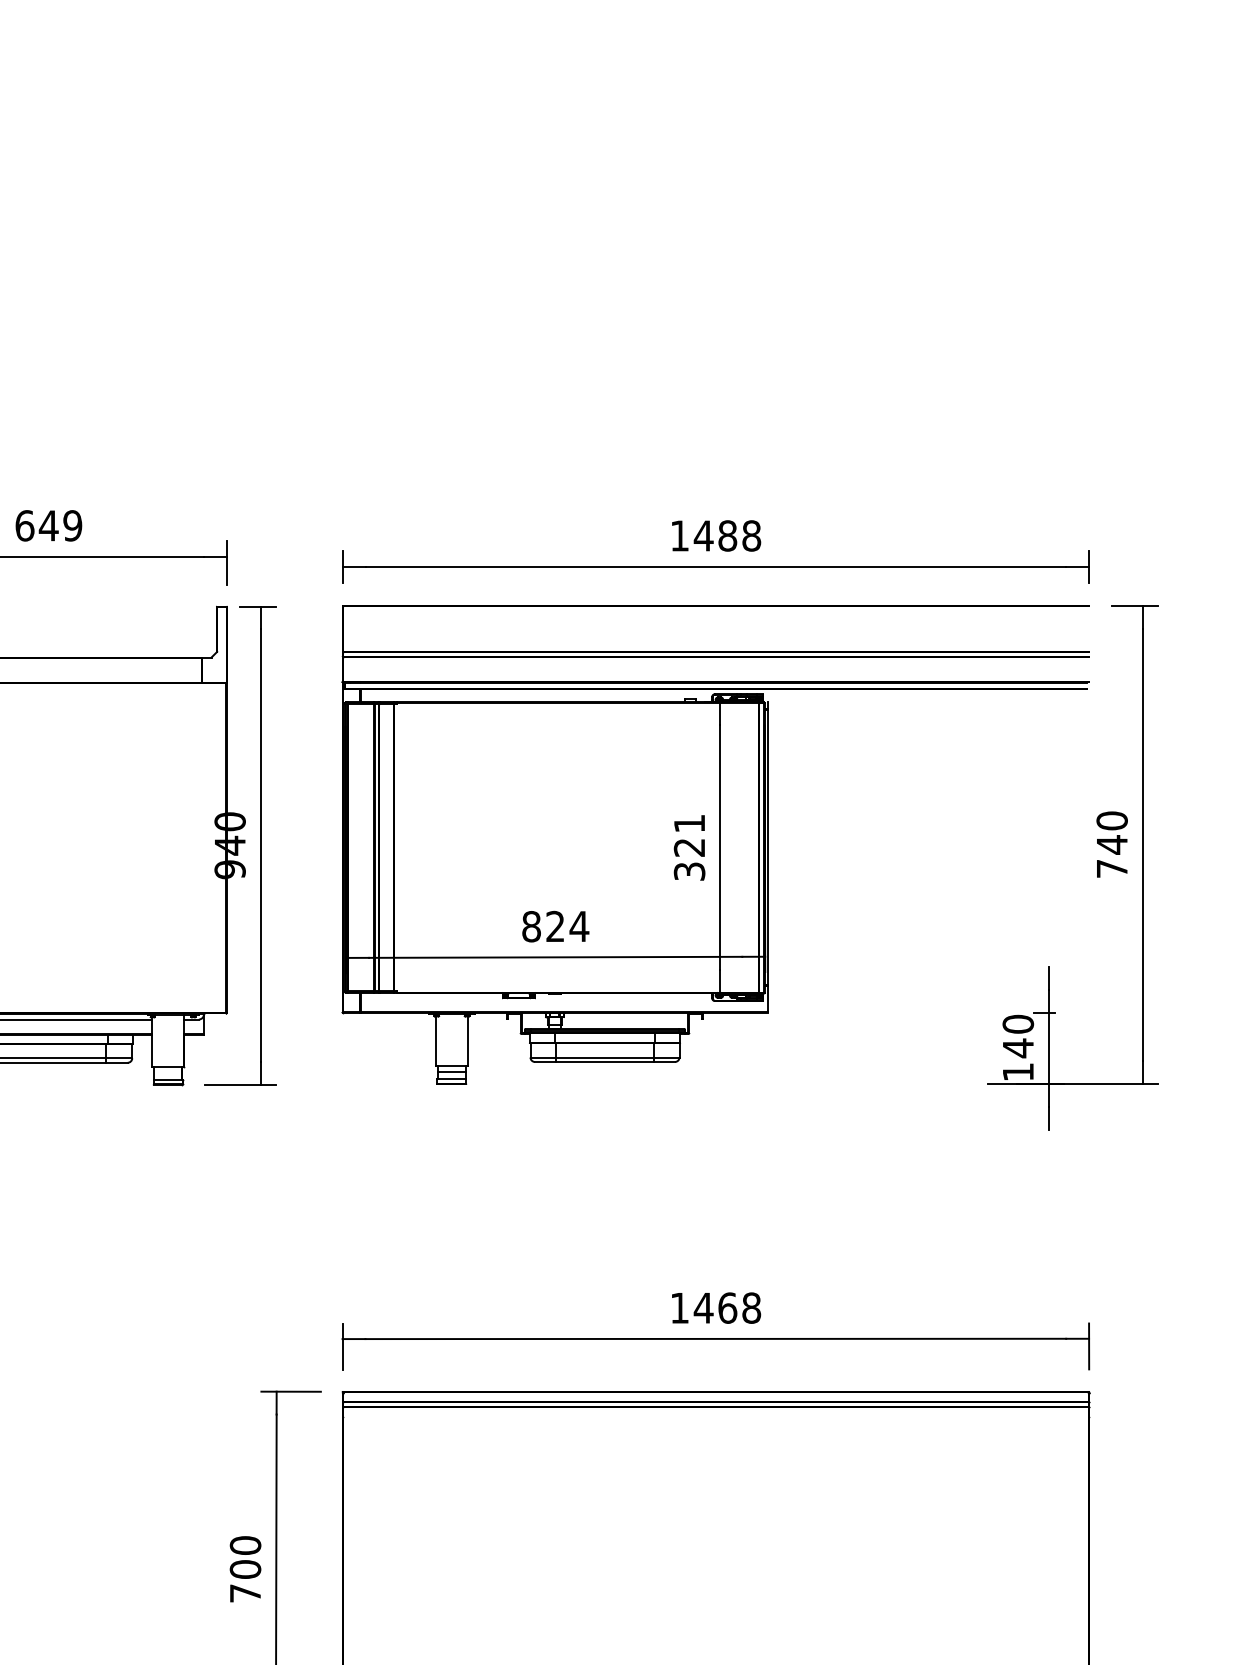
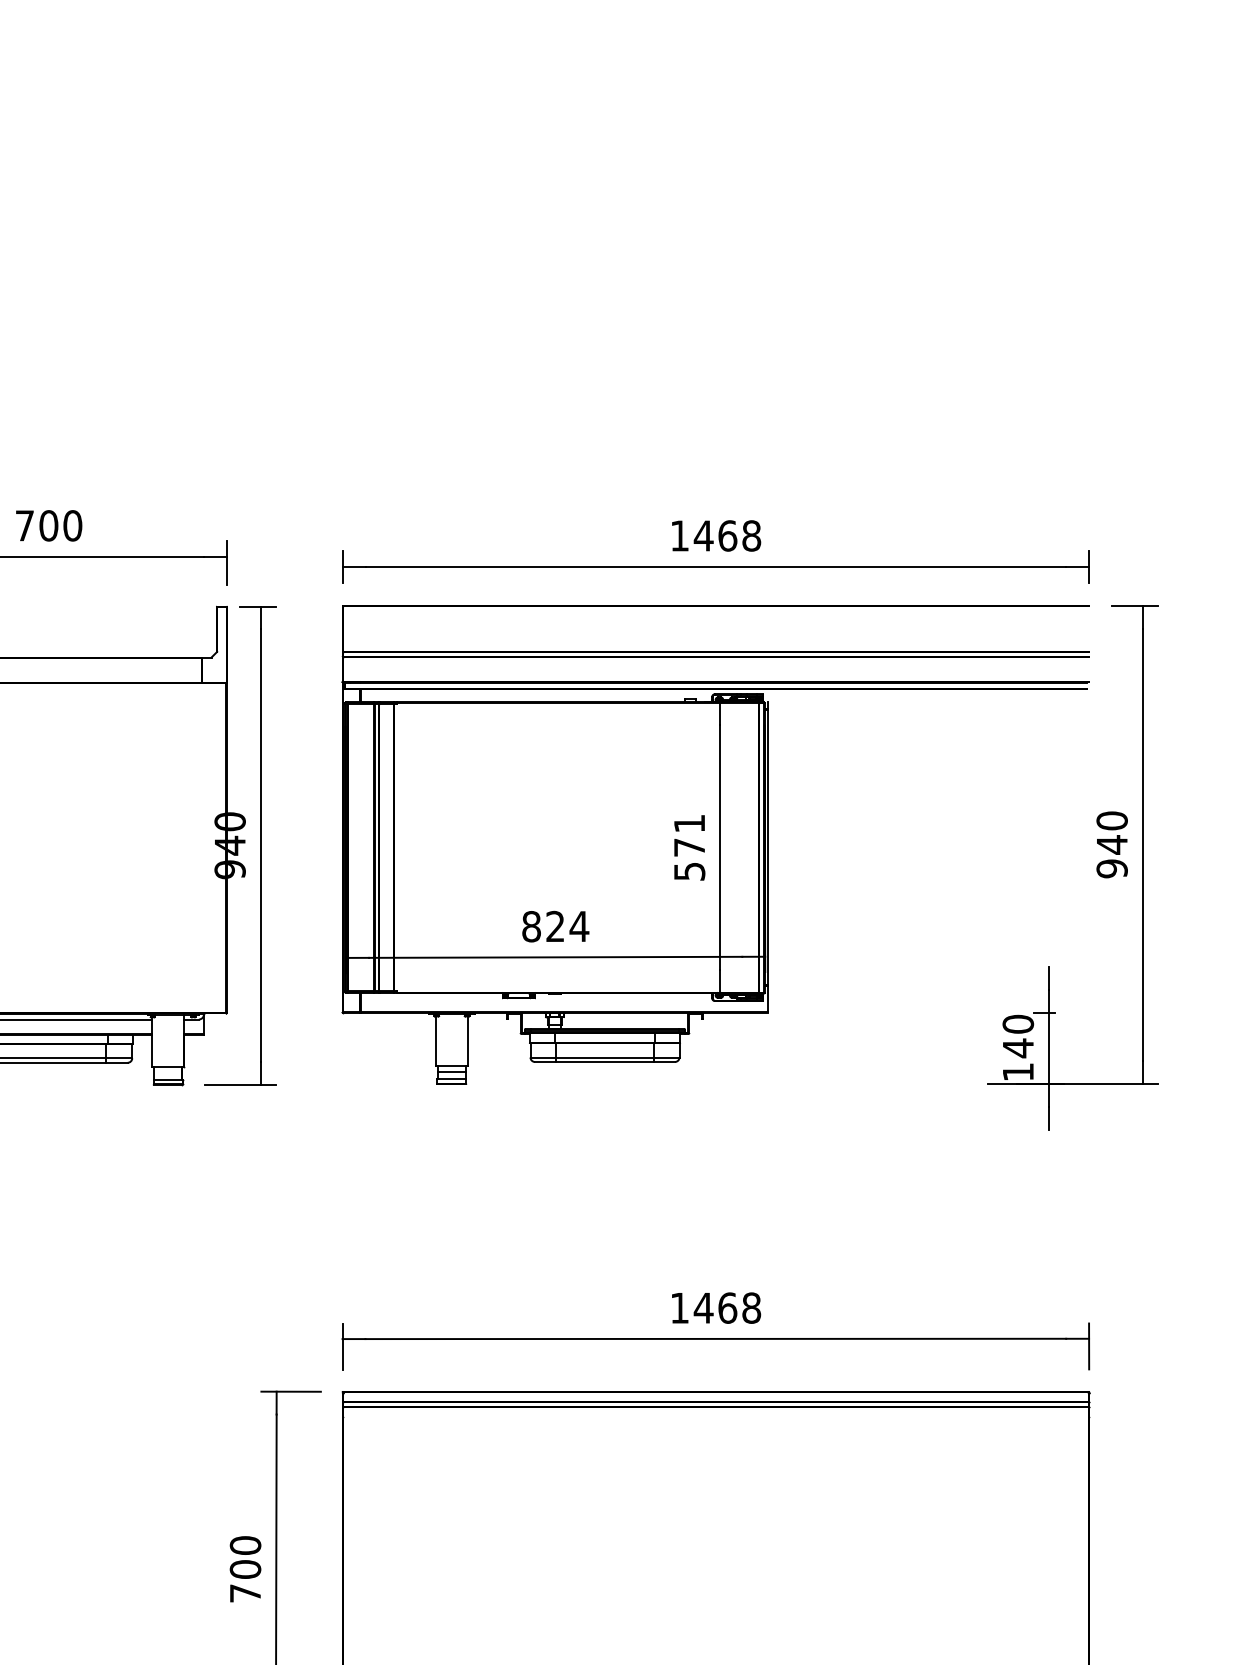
text at (48, 525): 649 -> 700
text at (727, 535): 1488 -> 1468
text at (688, 859): 321 -> 571
text at (1111, 868): 740 -> 940
